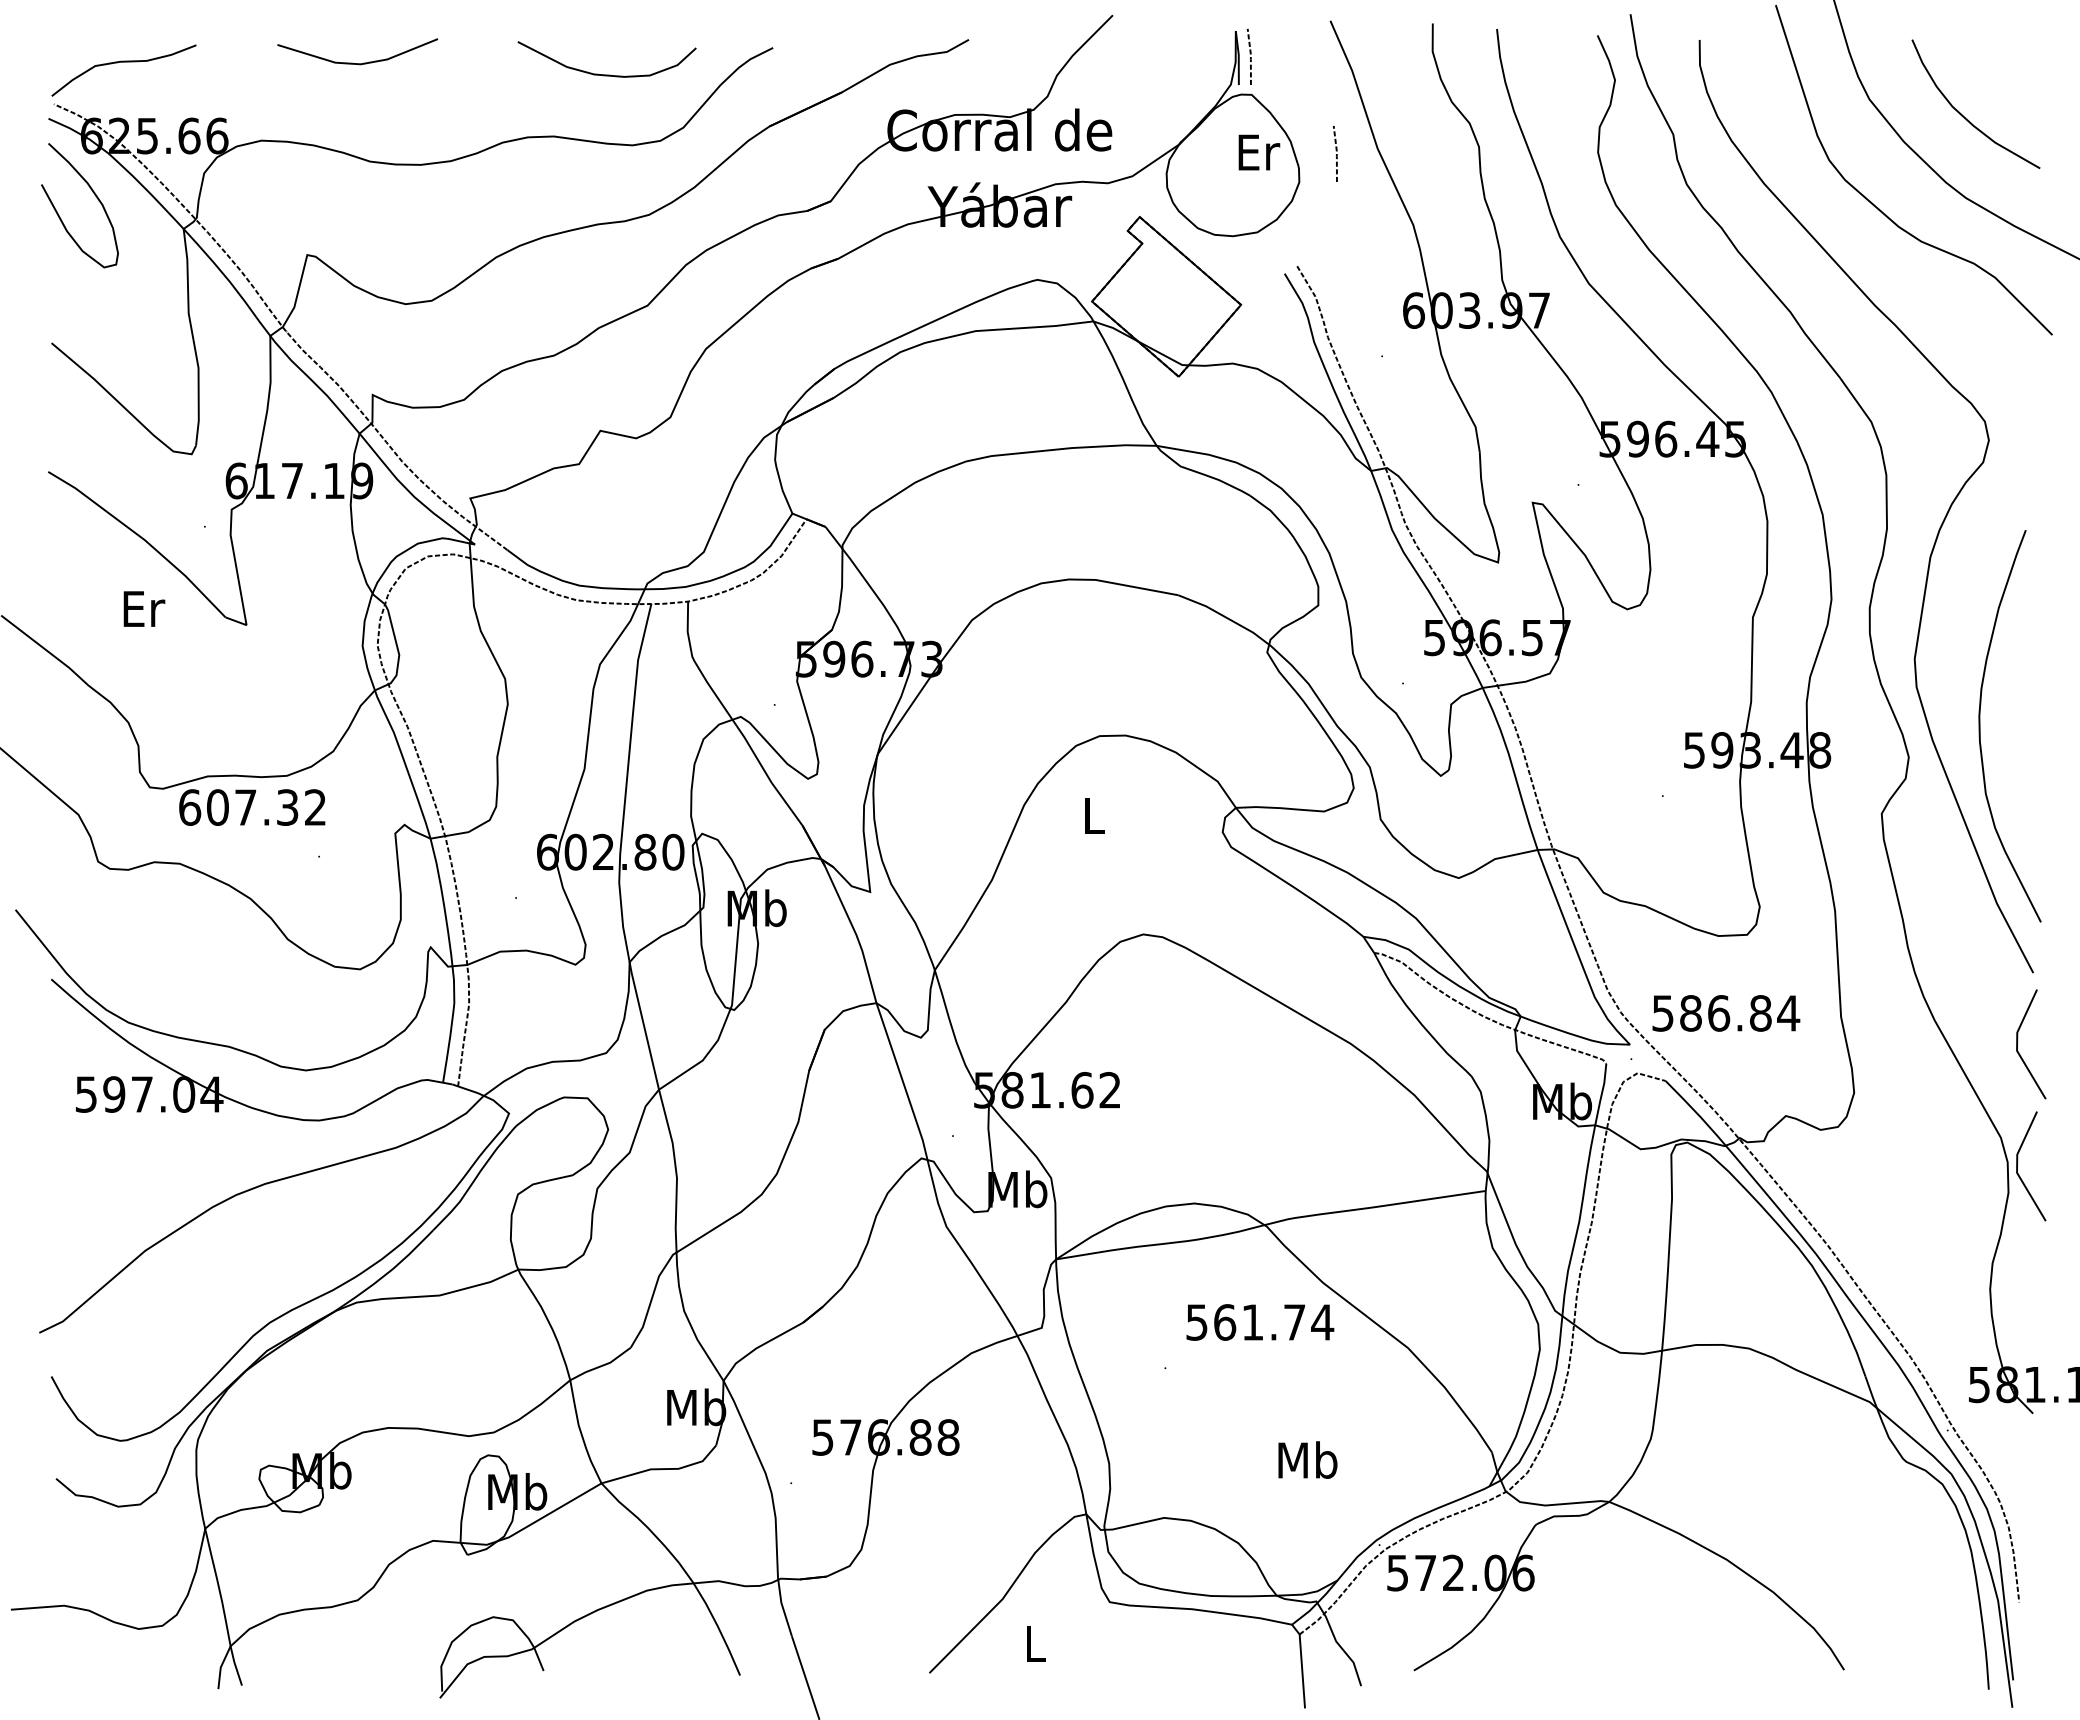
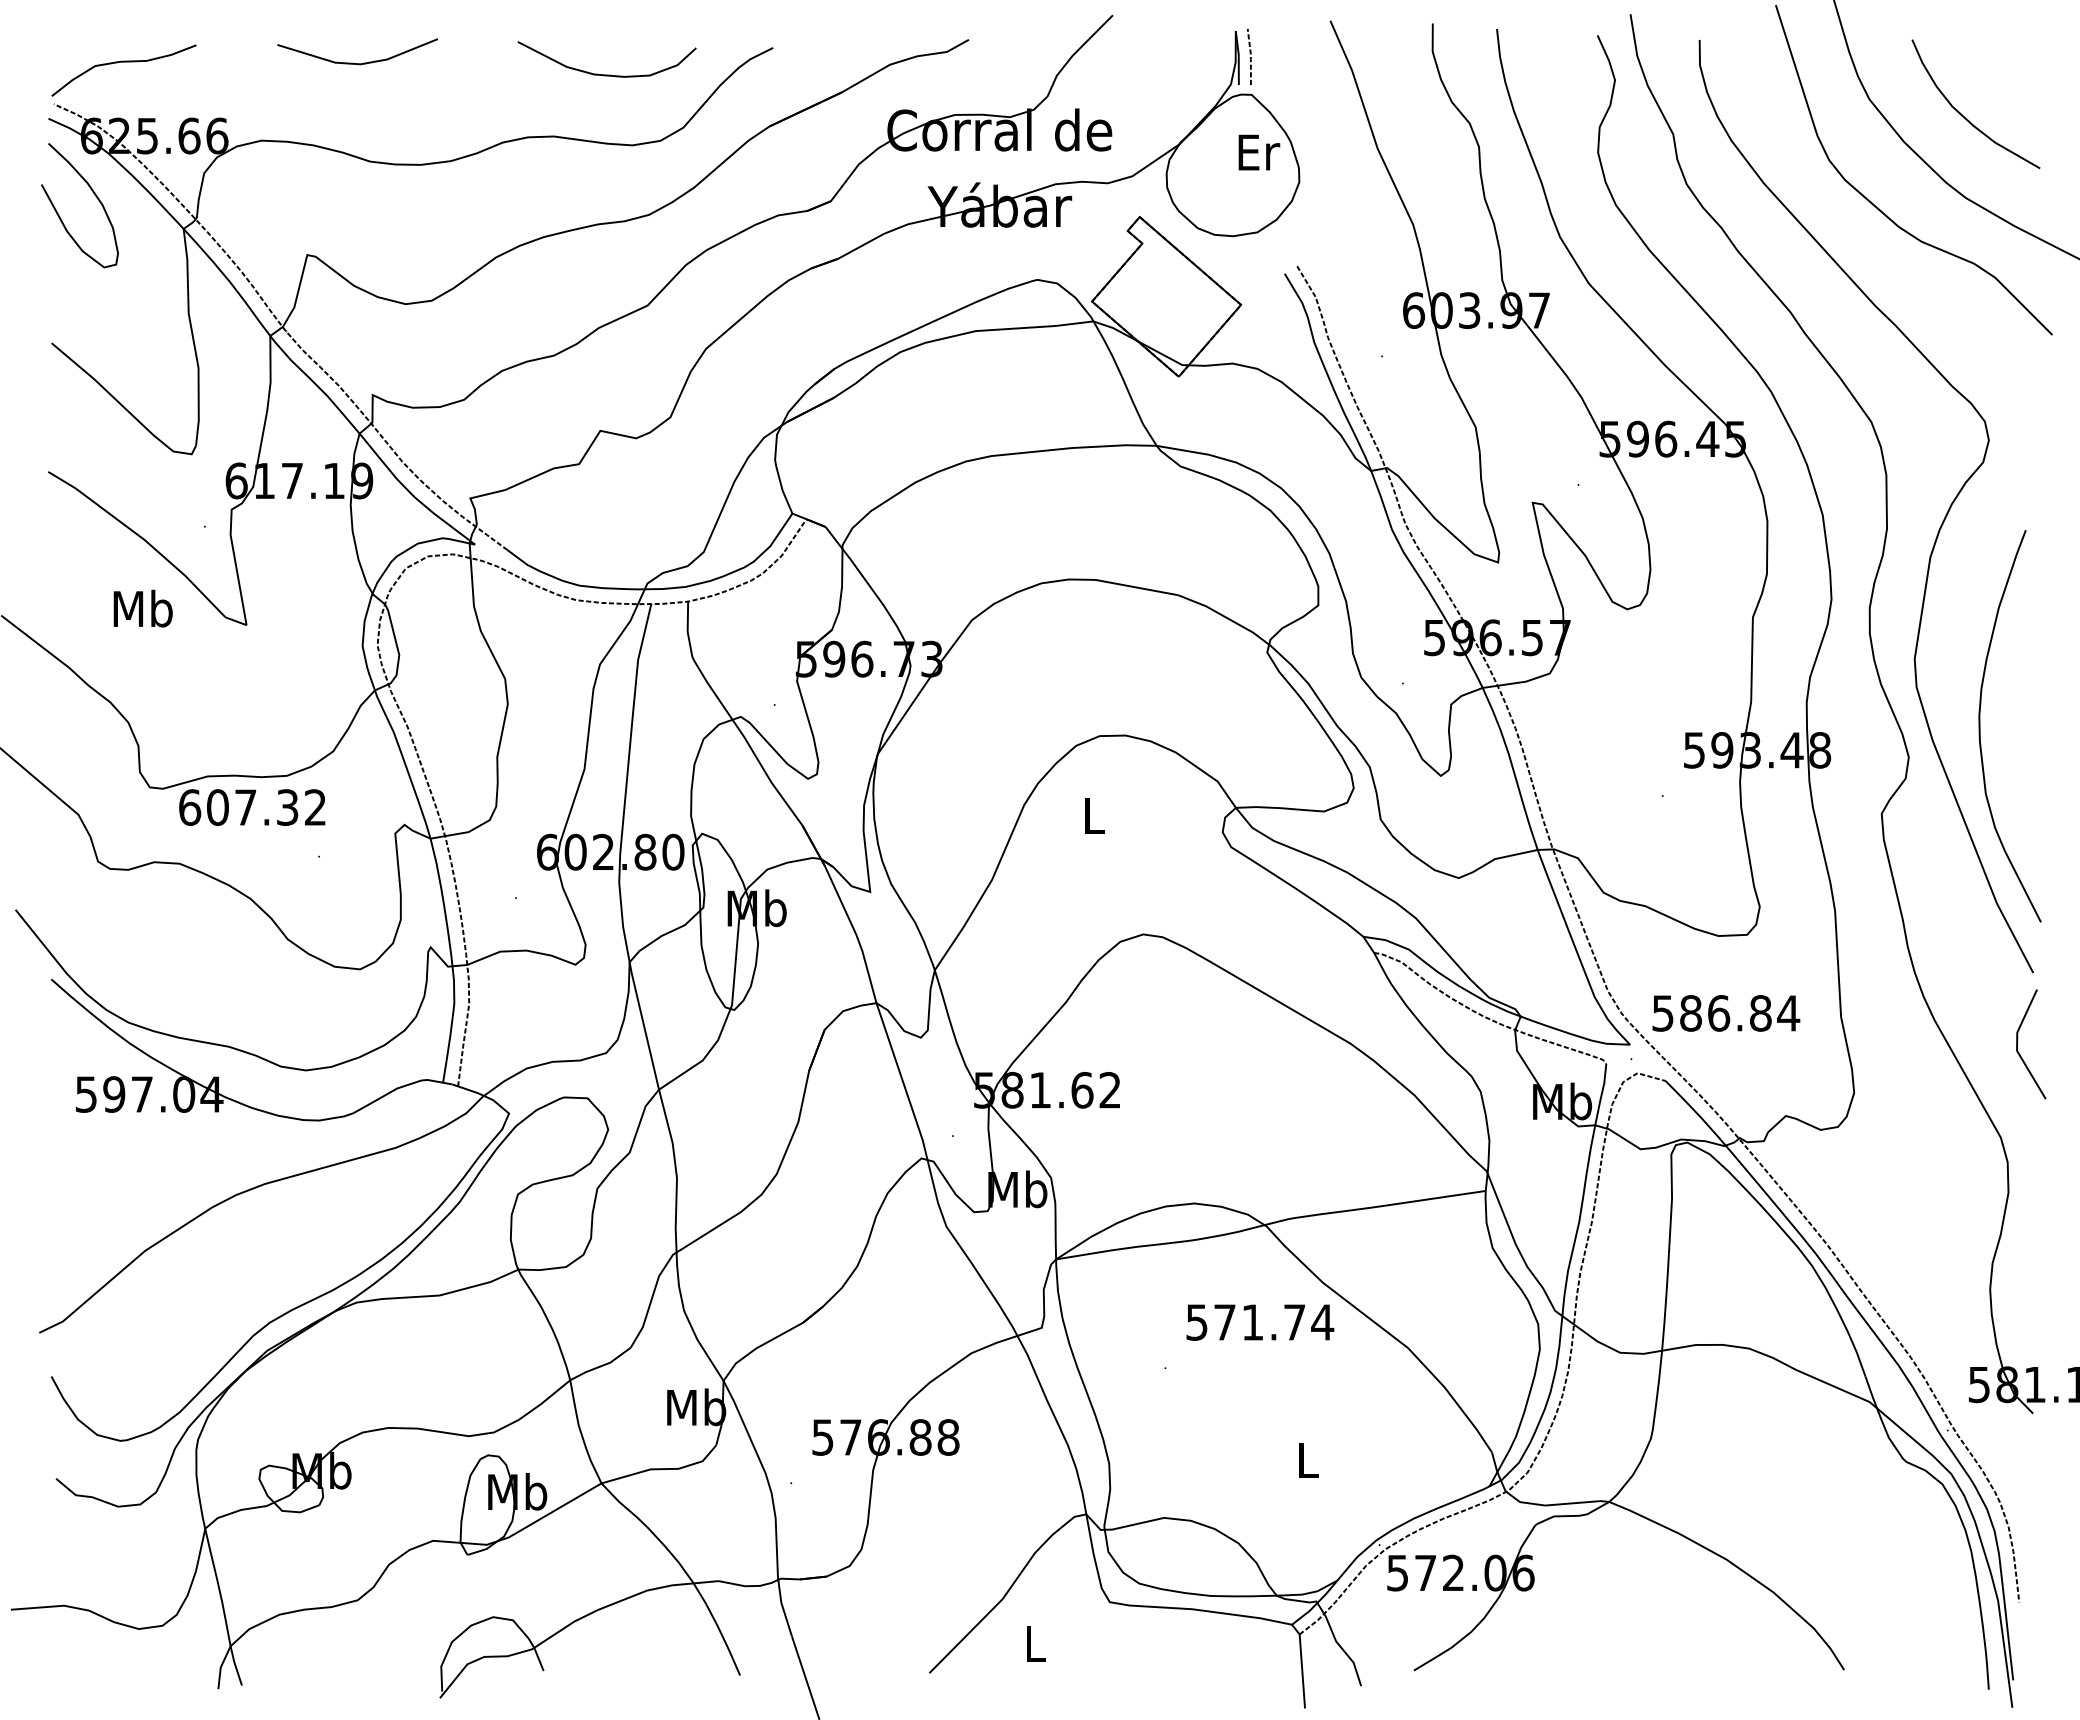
line at (1336, 154): present -> none
text at (142, 608): Er -> Mb
line at (2018, 1163): present -> none
text at (1225, 1322): 561.74 -> 571.74
text at (1307, 1459): Mb -> L
